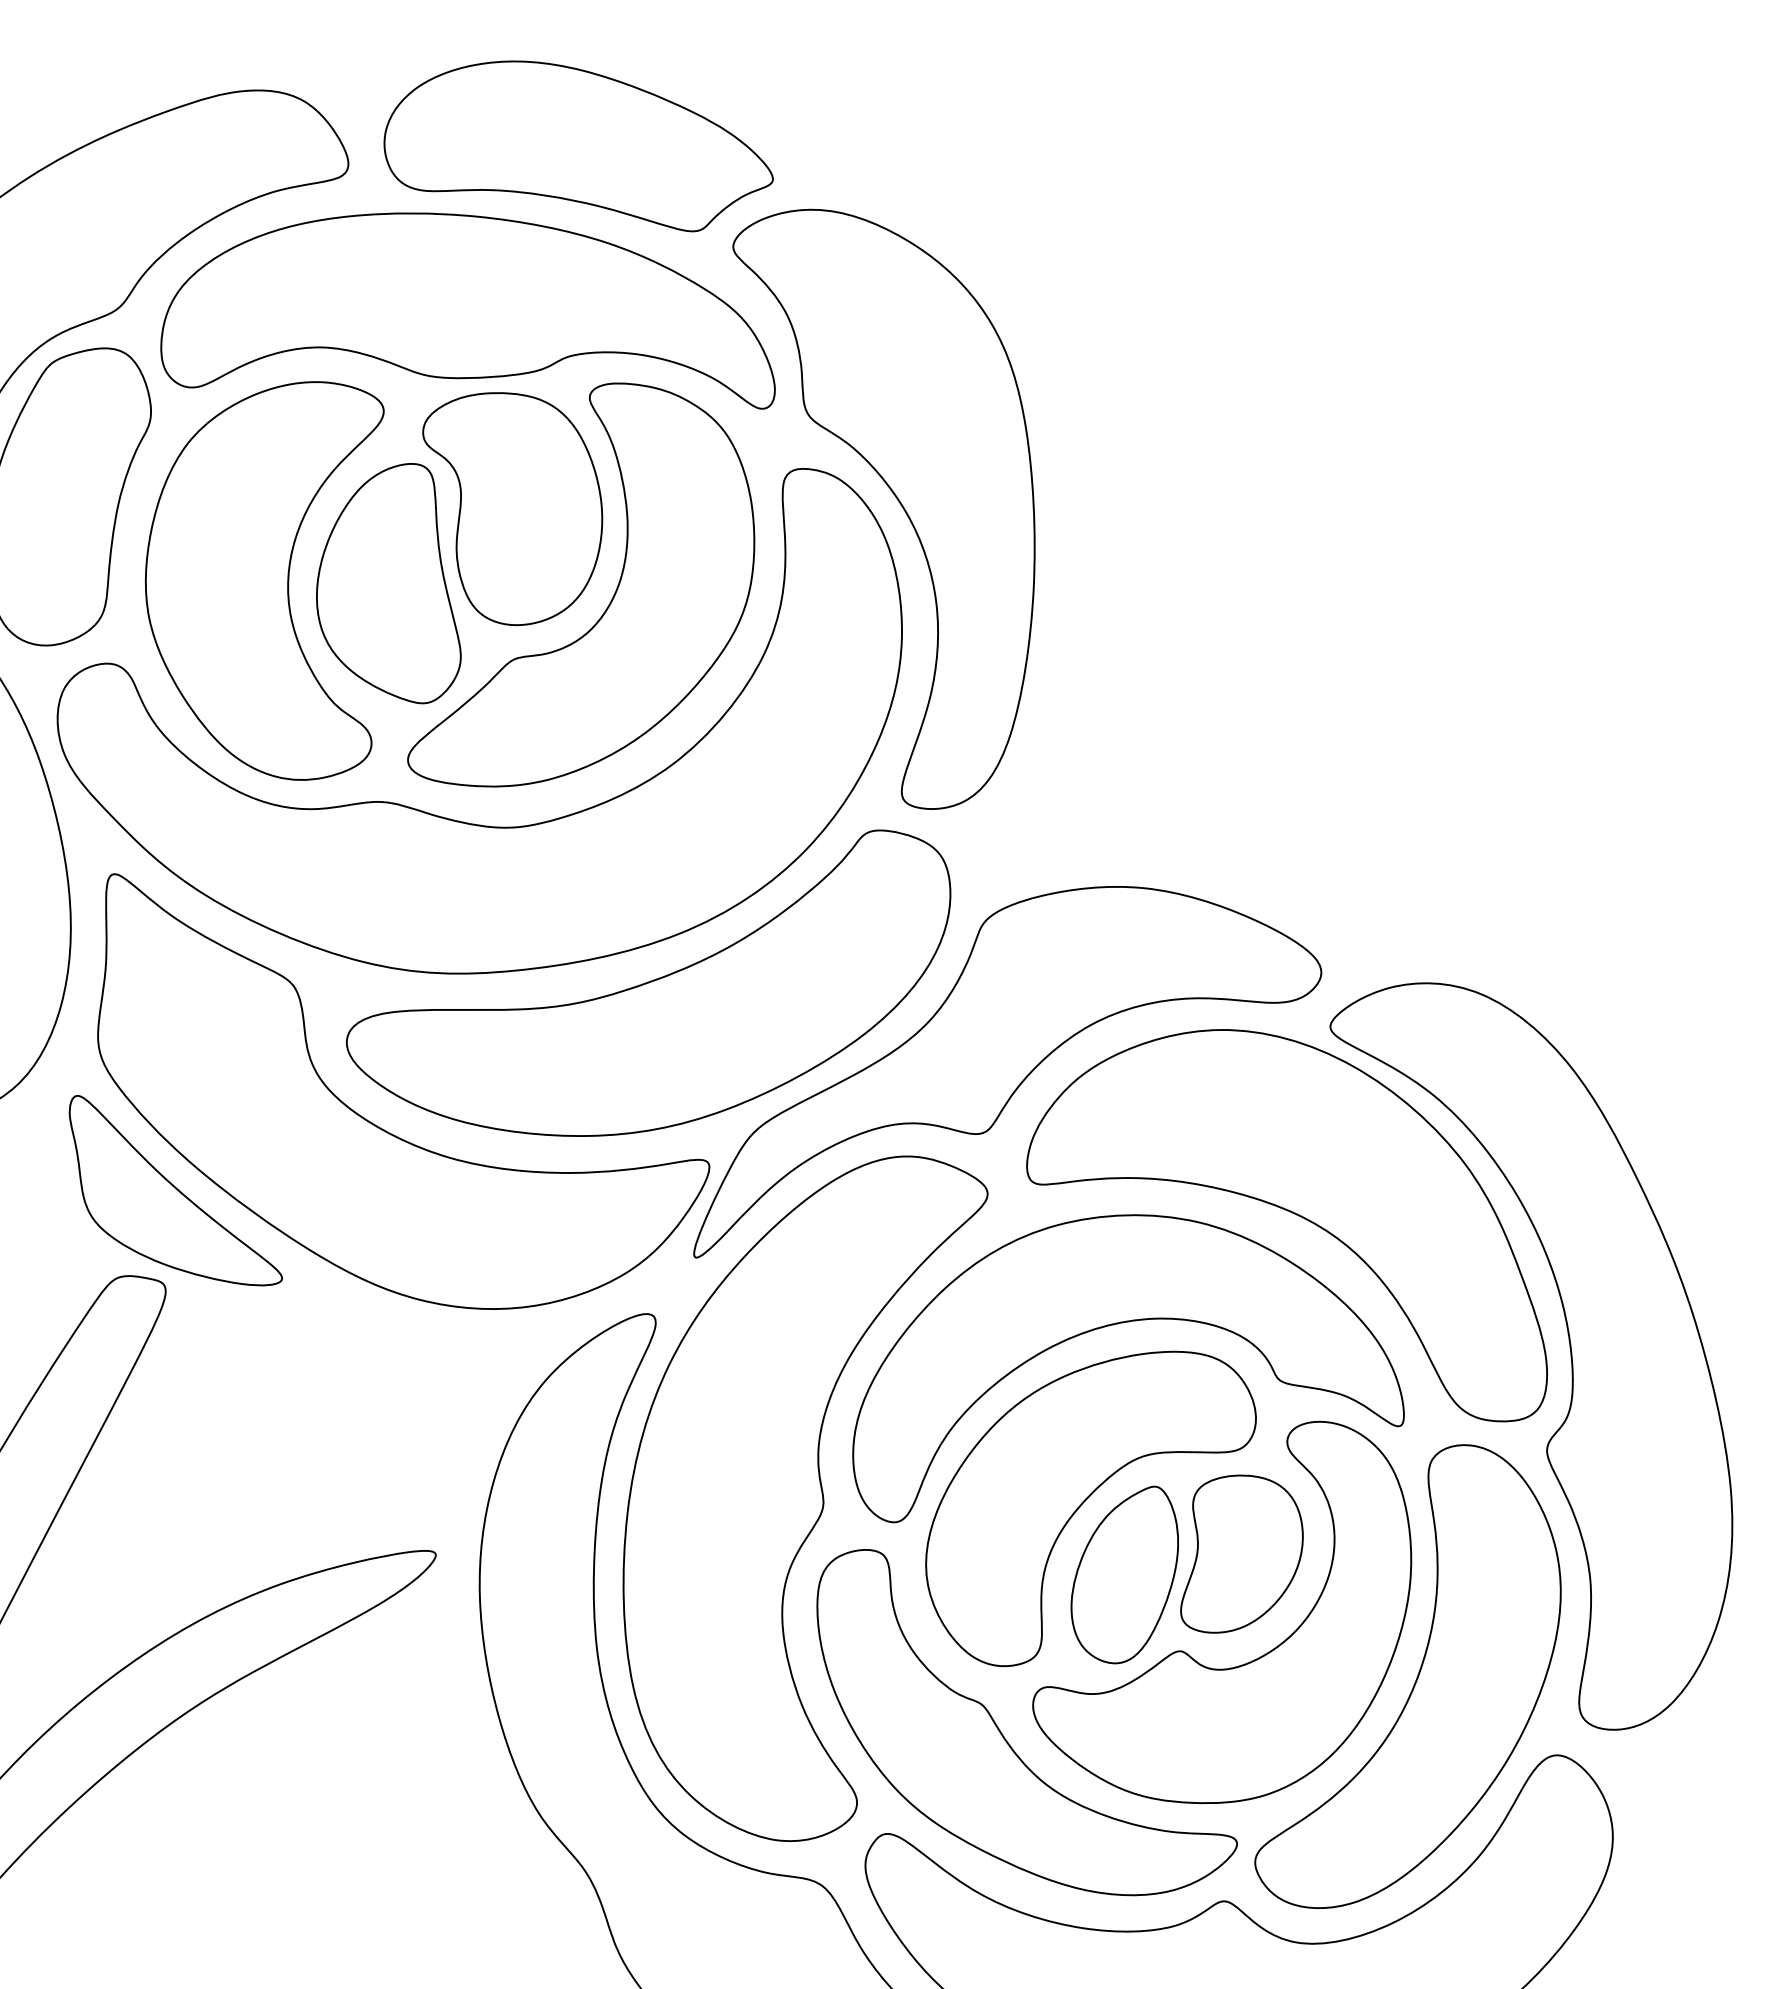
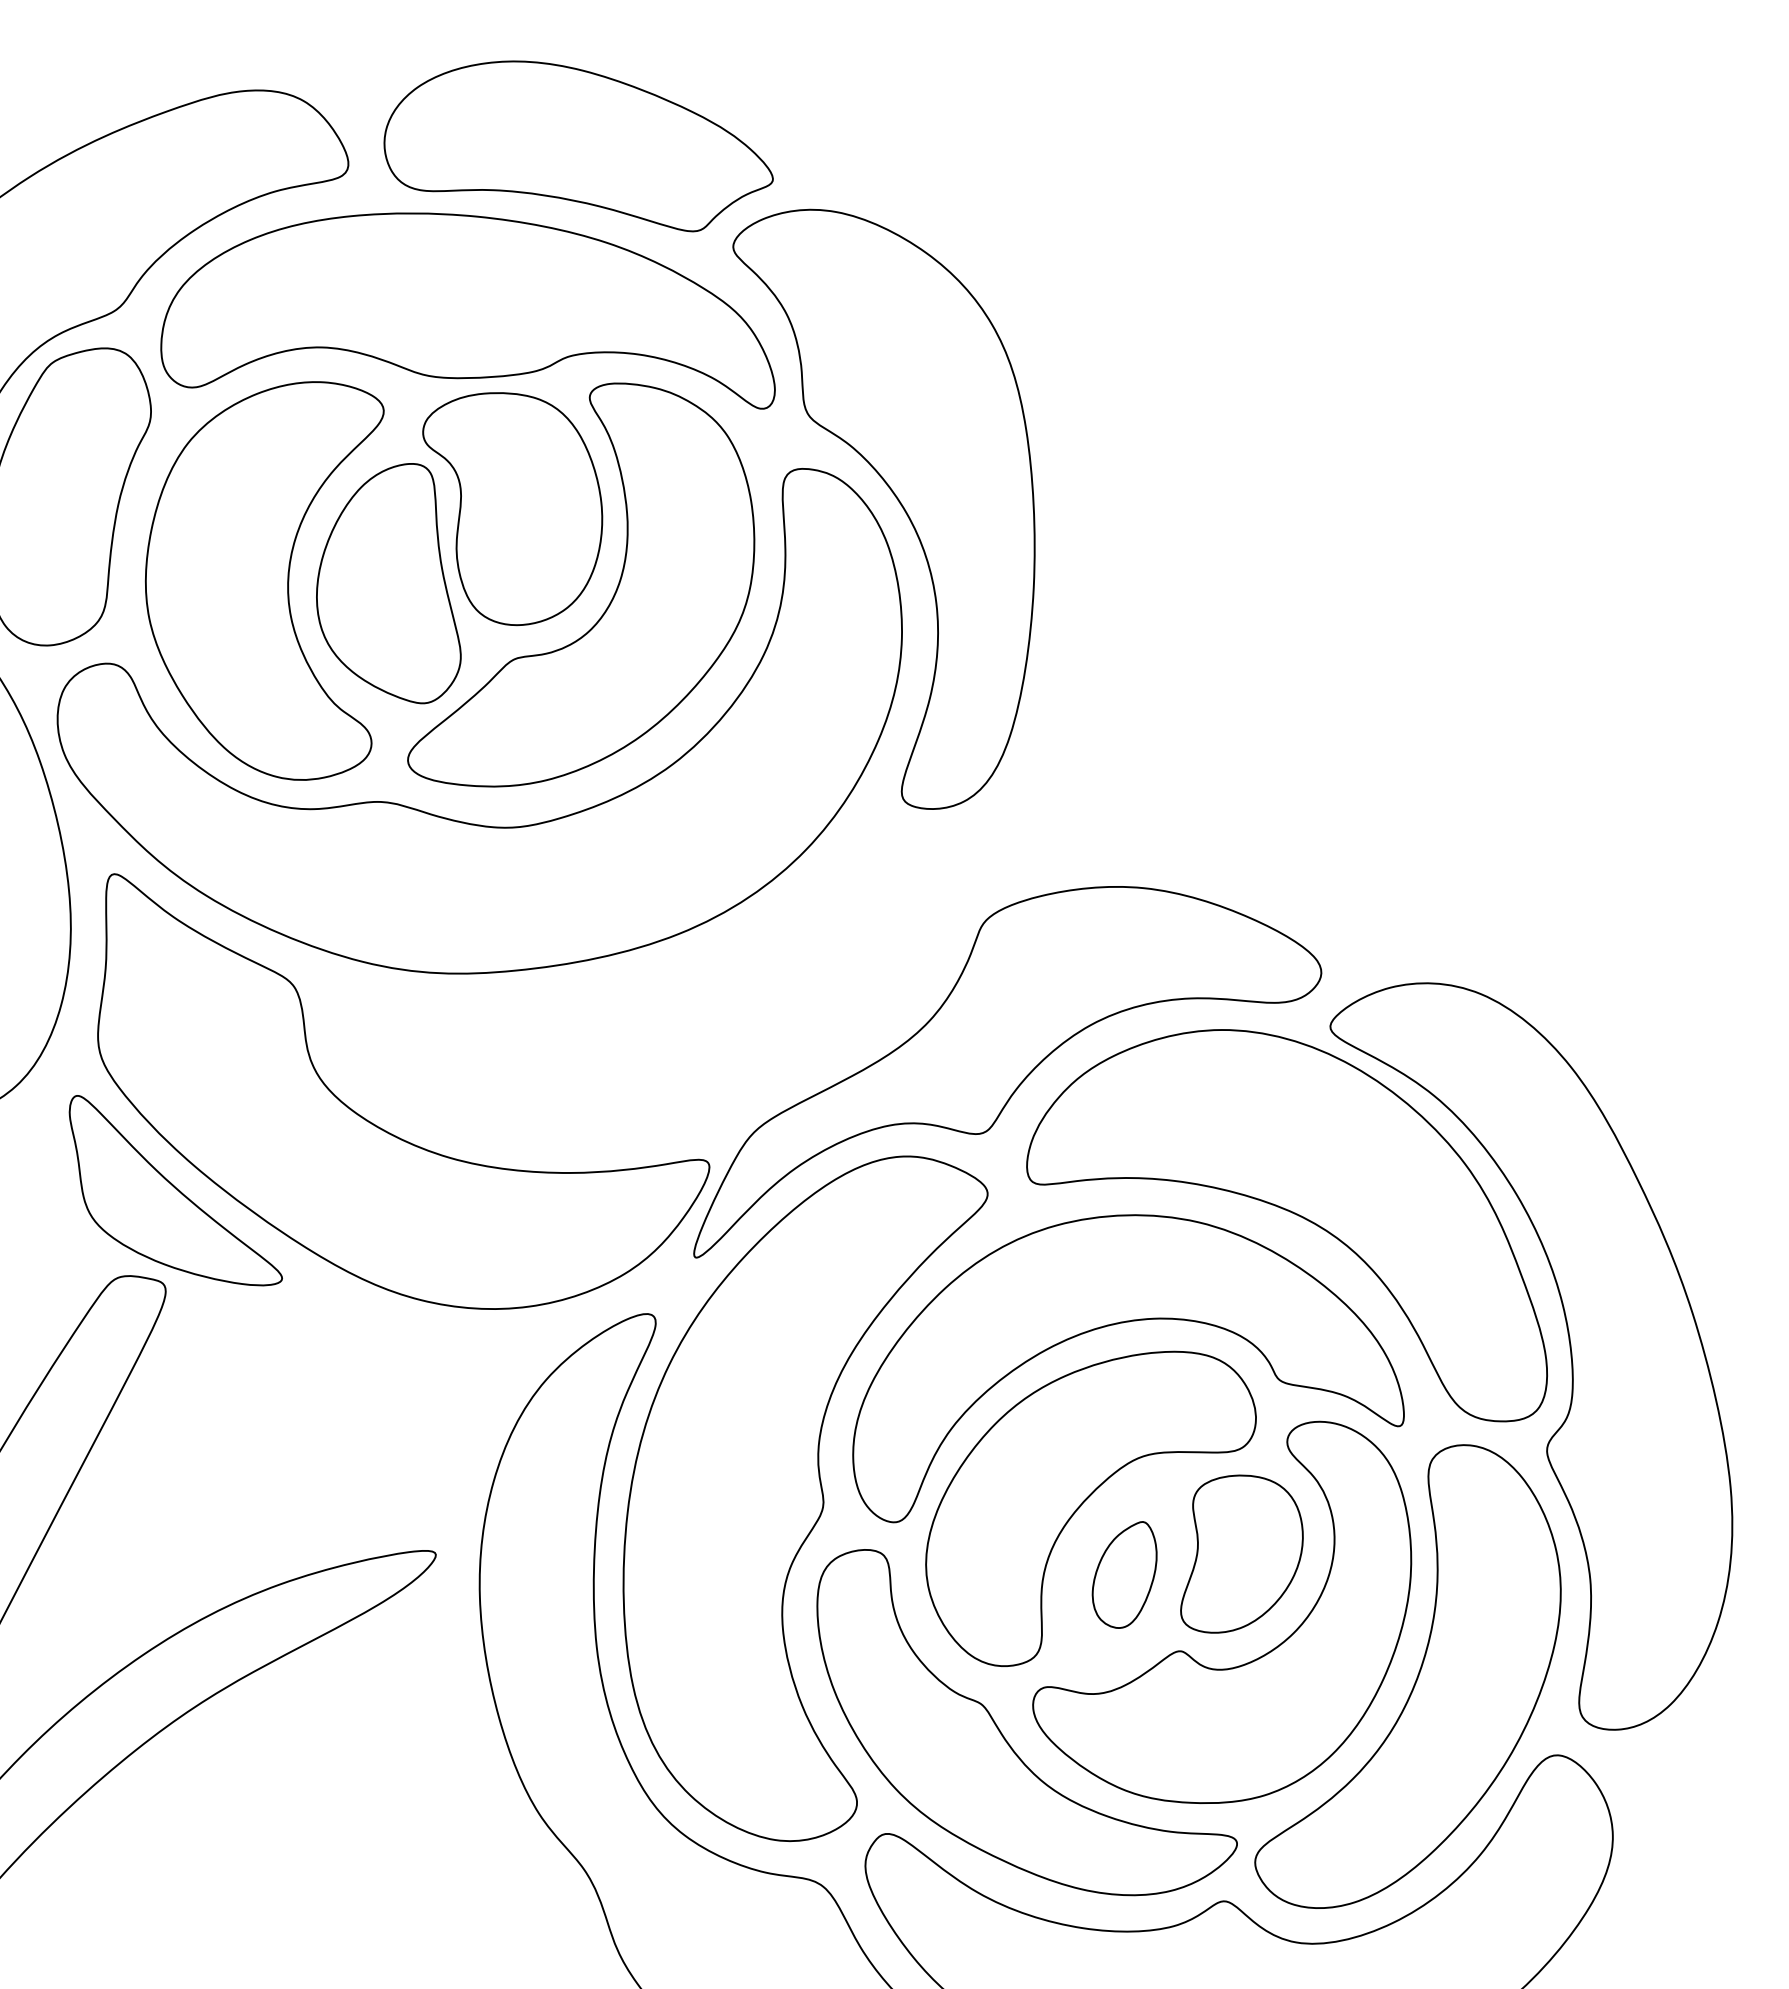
part at (648, 982): present -> none
part at (1124, 1574) size: 109x180 px -> 67x108 px
